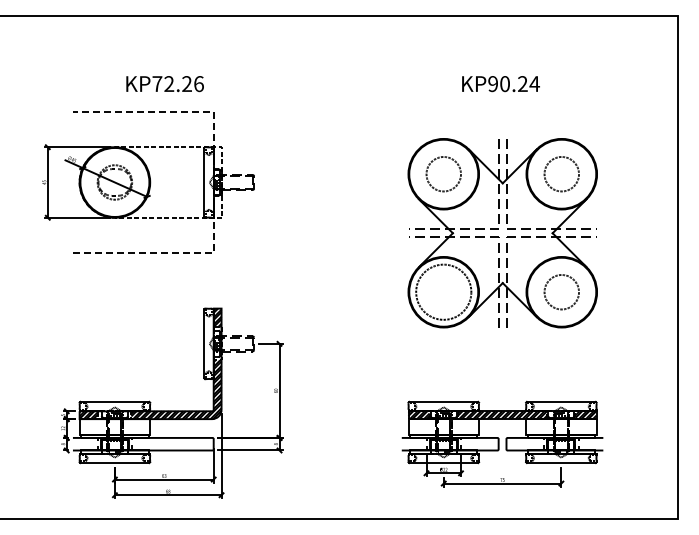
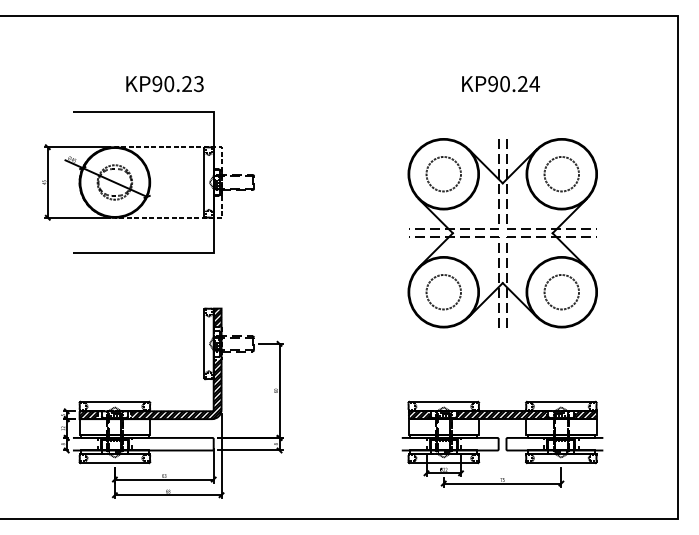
text at (177, 84): KP72.26 -> KP90.23
line at (213, 182): dashed -> solid
circle at (443, 291) diameter: 55 px -> 34 px
